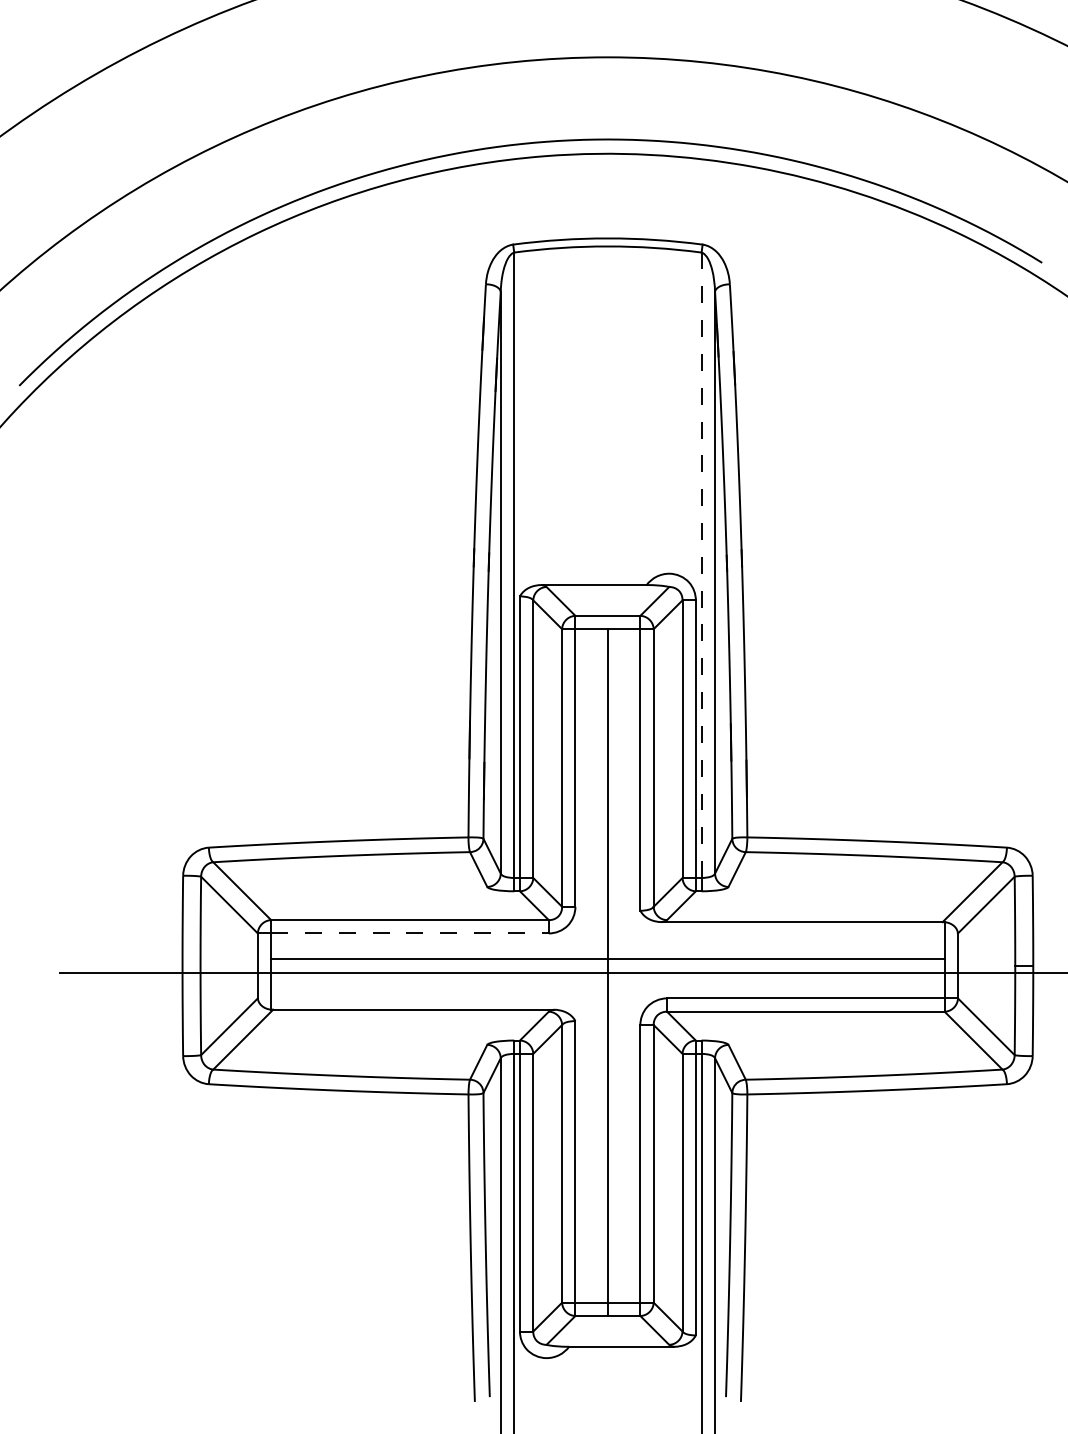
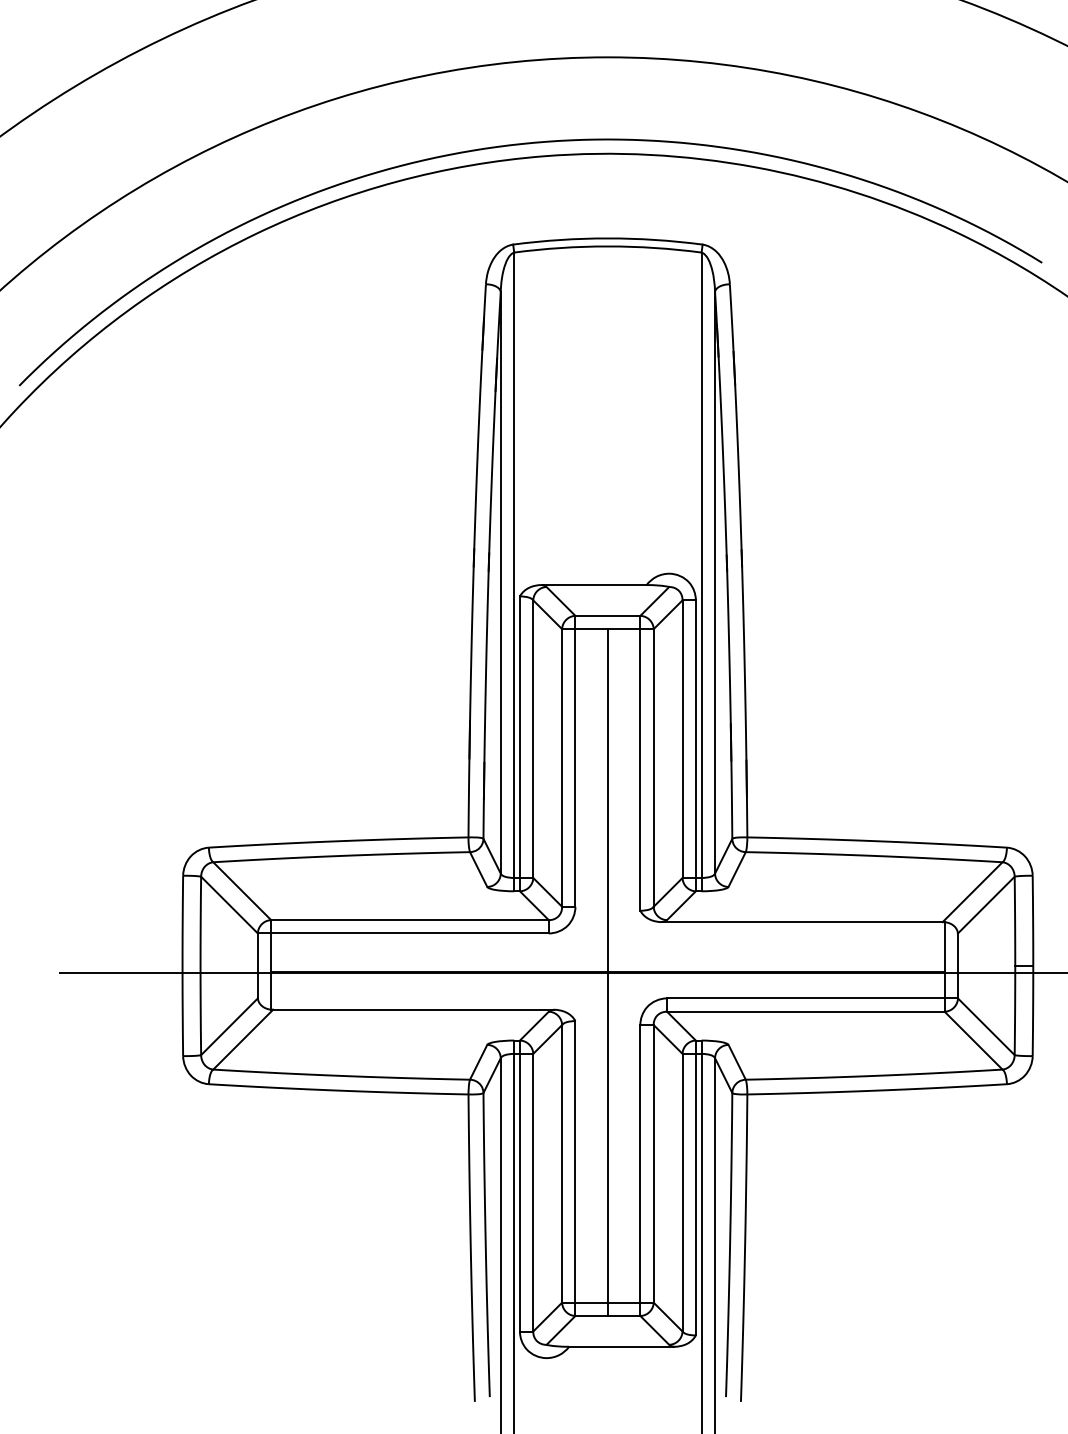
line at (701, 565): dashed -> solid
line at (410, 933): dashed -> solid
line at (607, 958) position: (607, 958) -> (607, 971)
